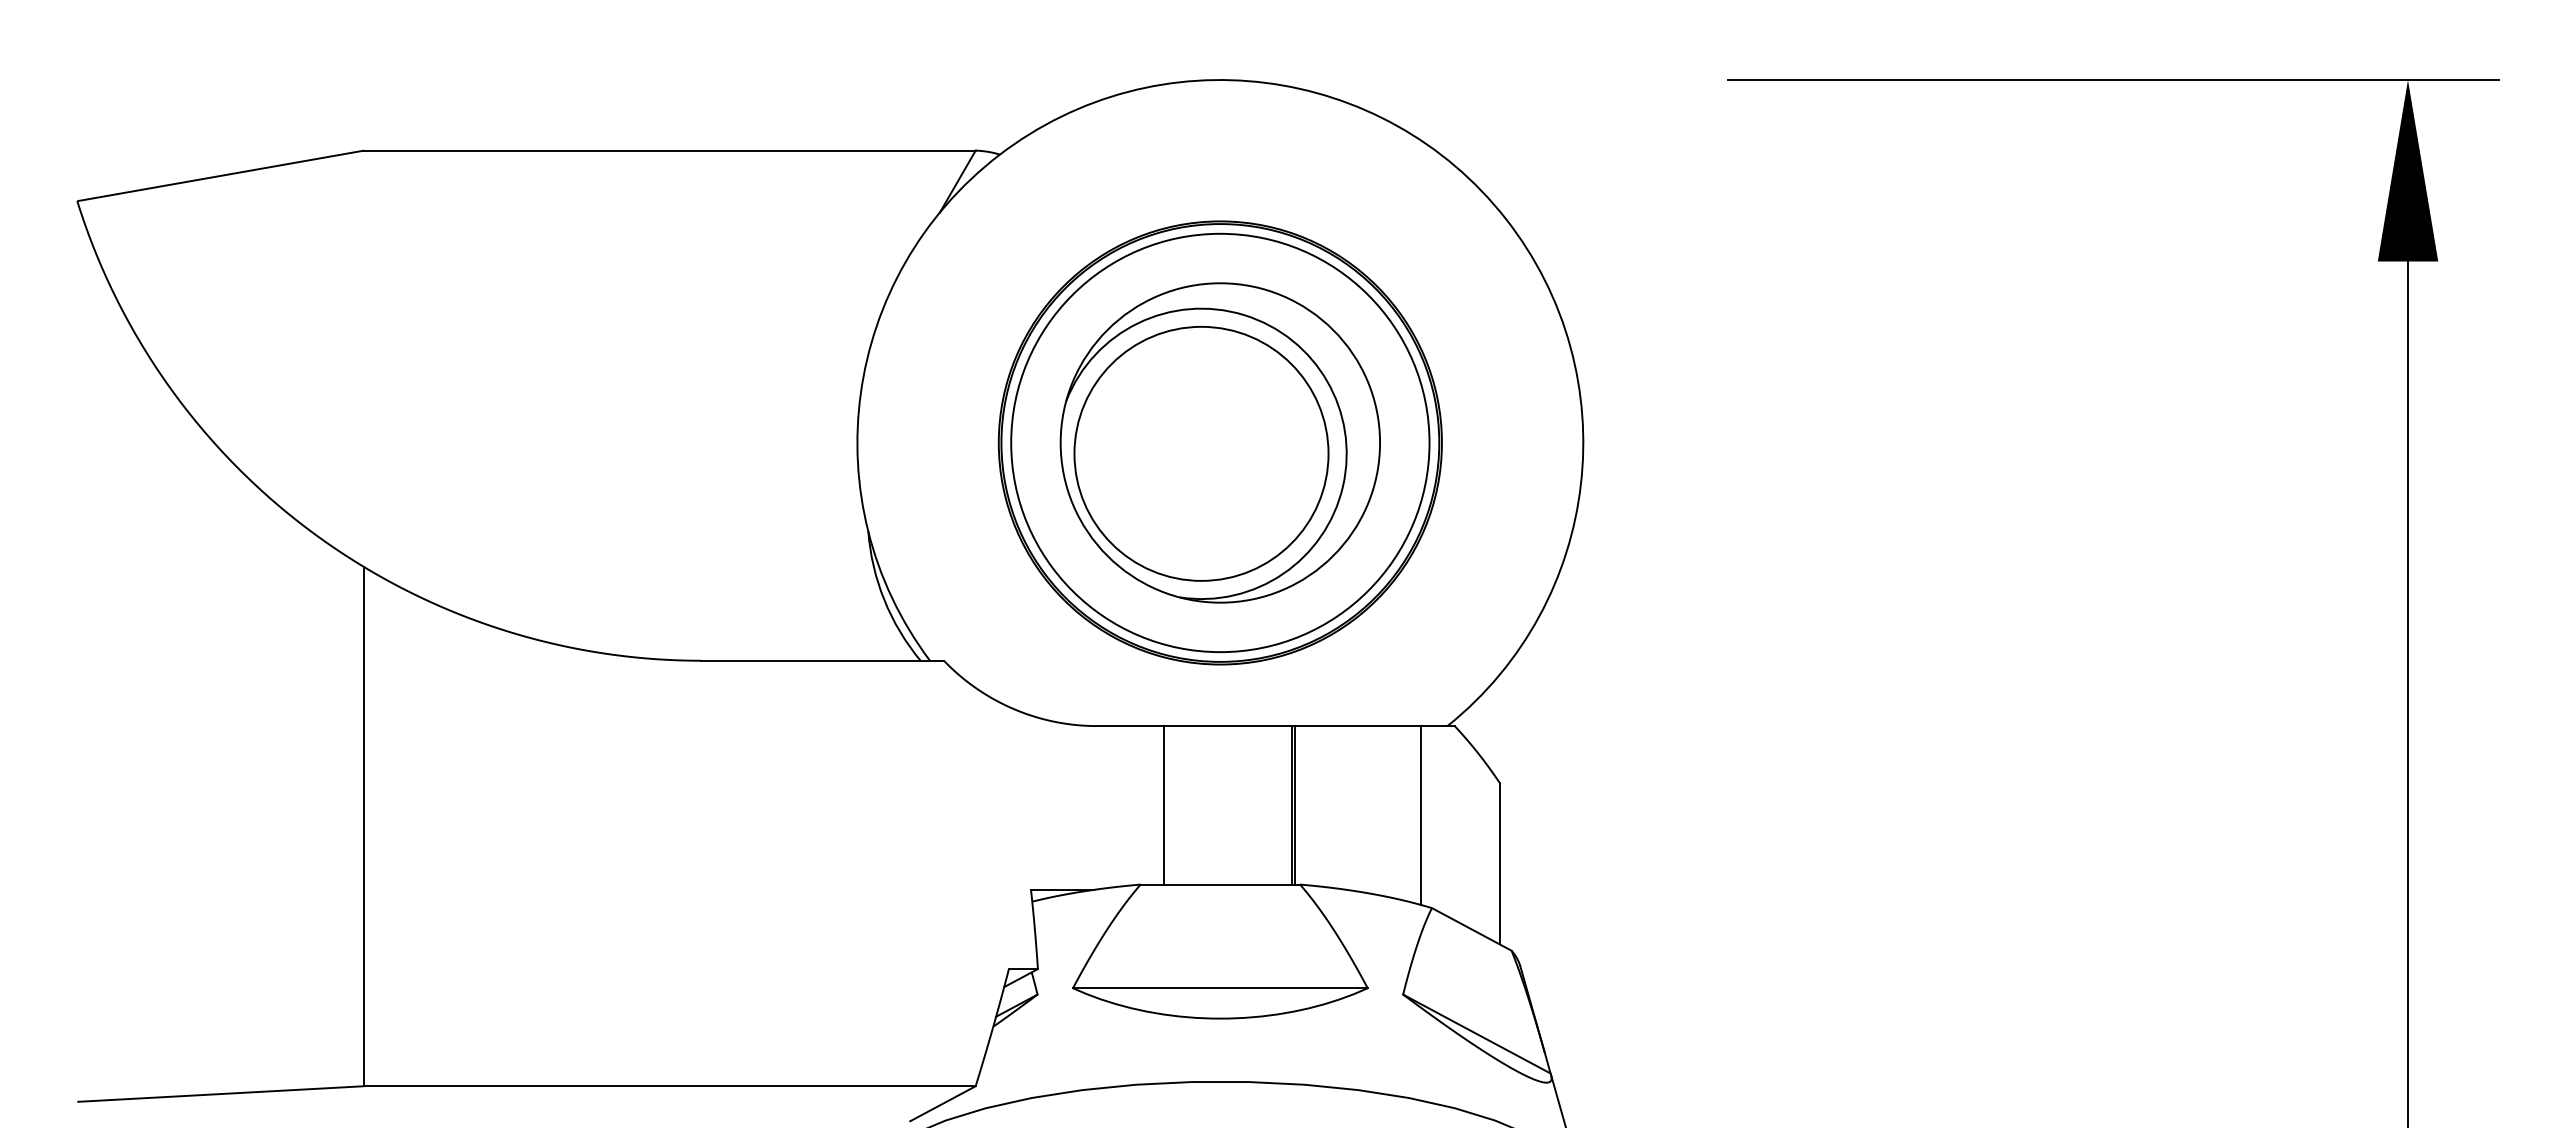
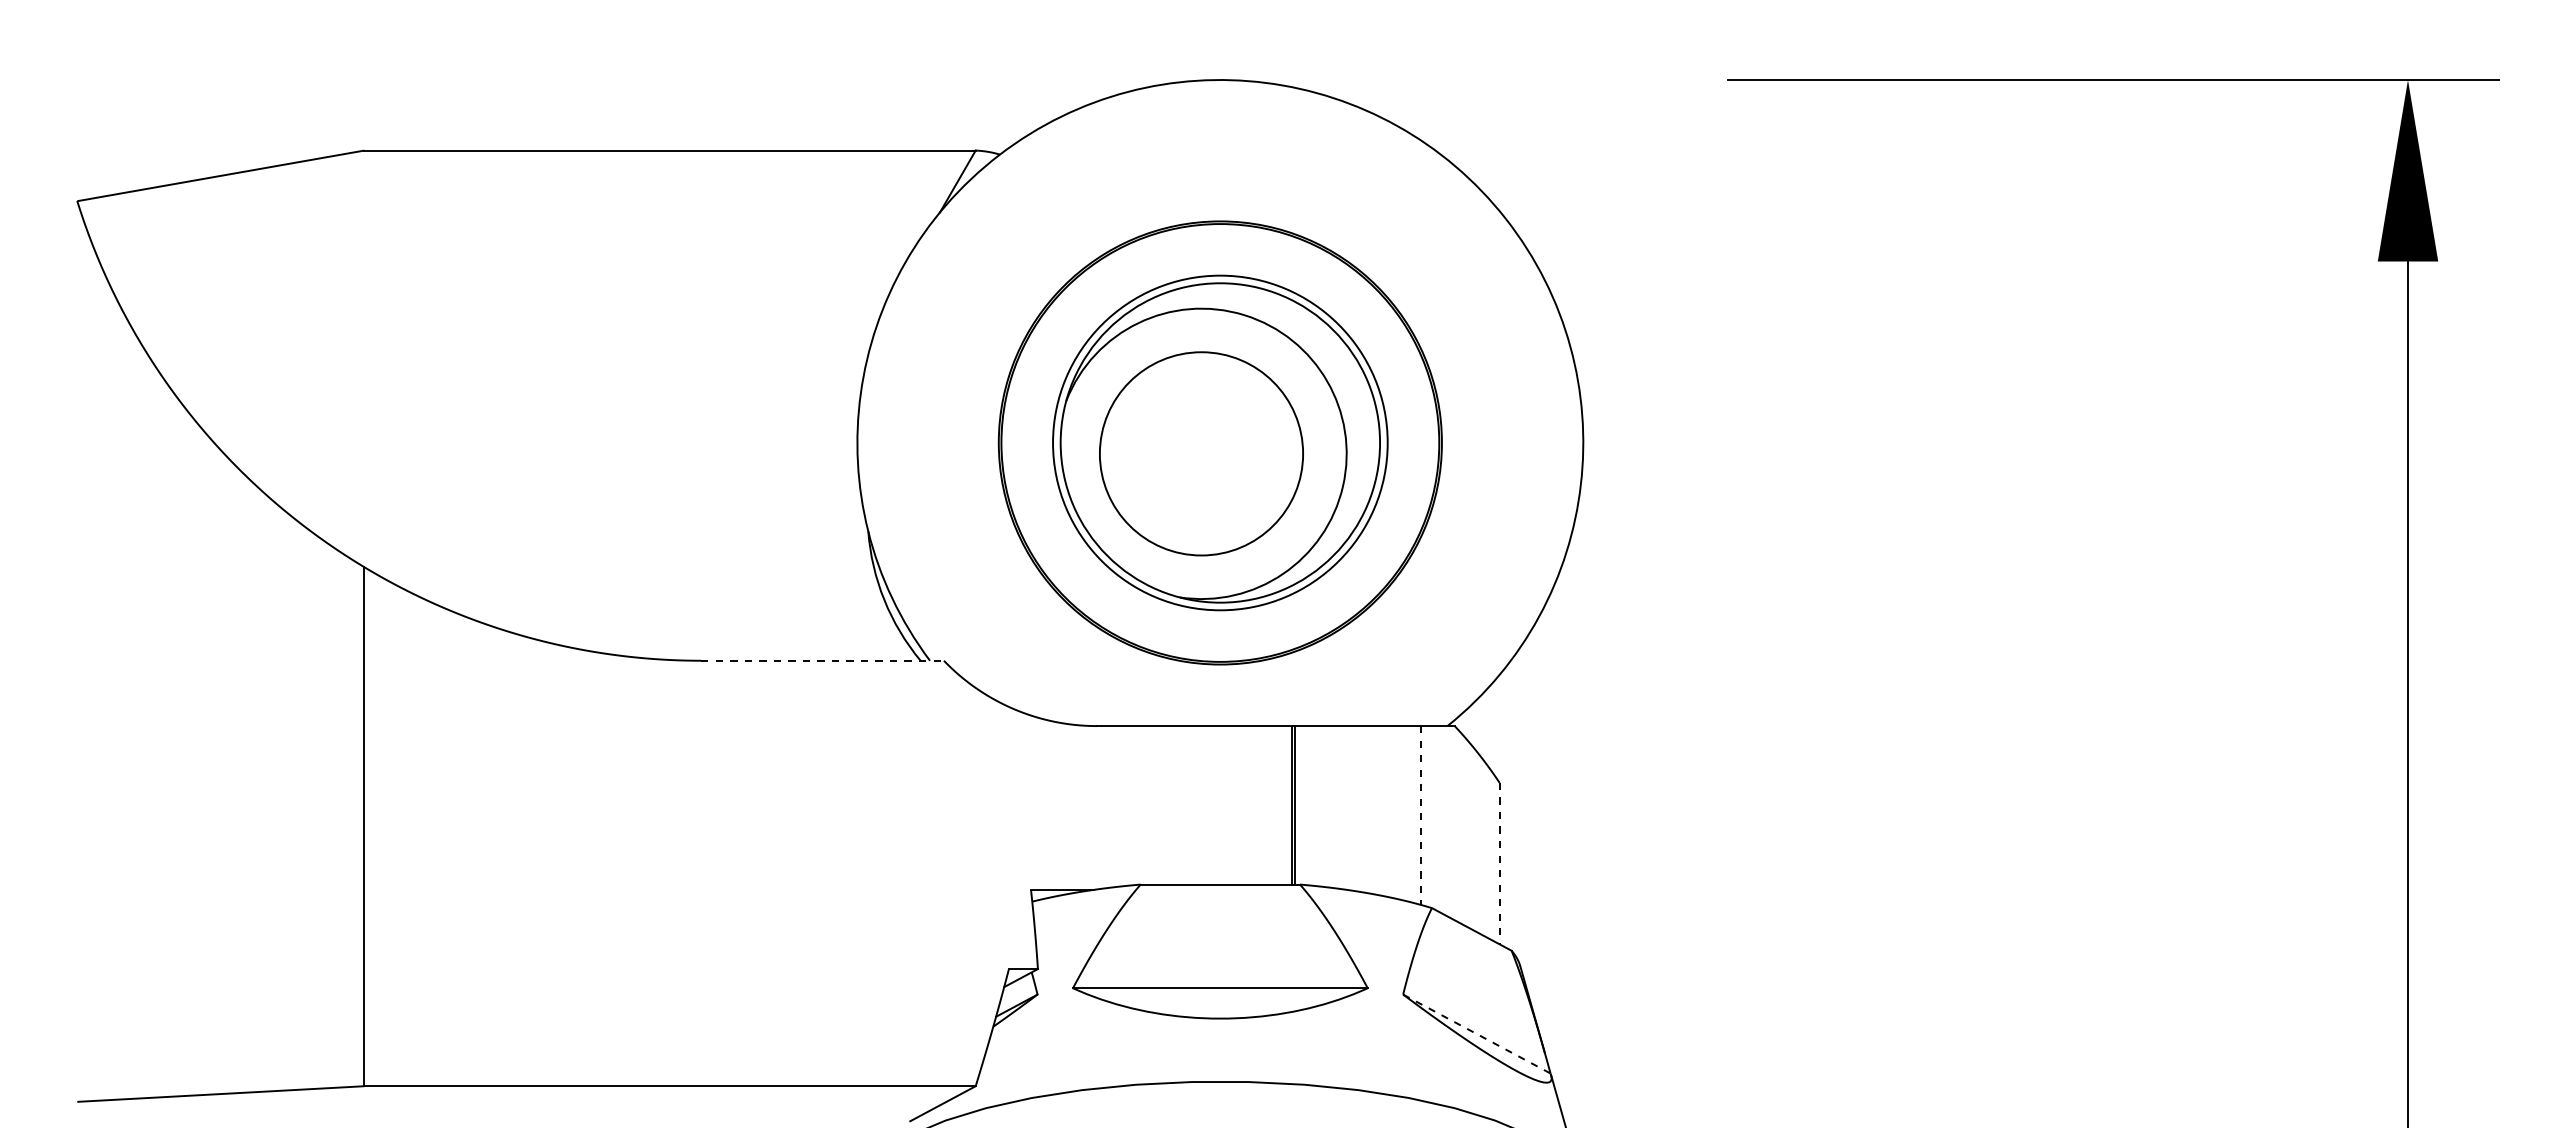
circle at (1220, 442) diameter: 418 px -> 335 px
circle at (1201, 453) diameter: 254 px -> 203 px
line at (823, 660): solid -> dashed
line at (1163, 805): present -> none
line at (1421, 816): solid -> dashed
line at (1499, 863): solid -> dashed
line at (1476, 1034): solid -> dashed
